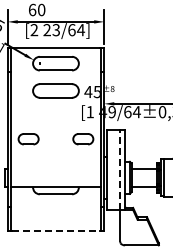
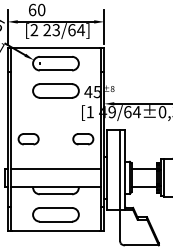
line at (55, 168): none -> present
line at (120, 169): dashed -> solid
part at (55, 214): none -> present
line at (56, 230): dashed -> solid
